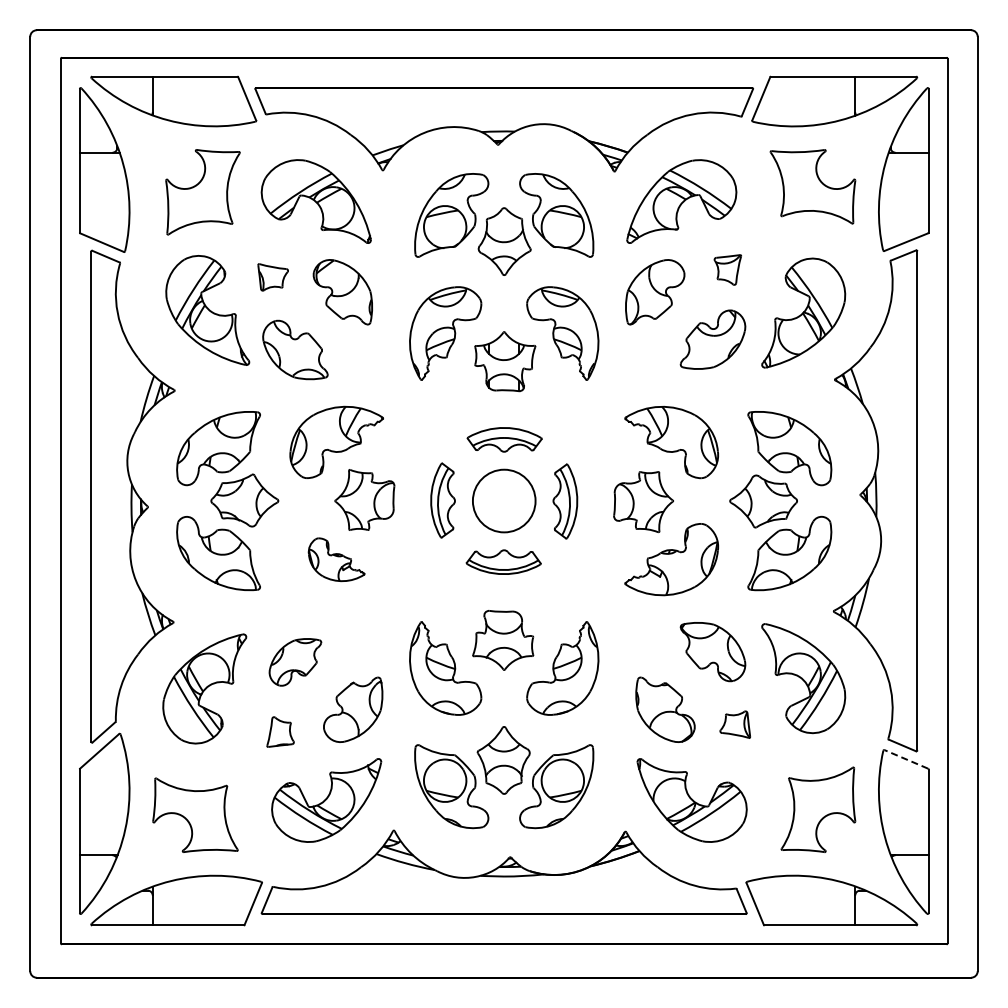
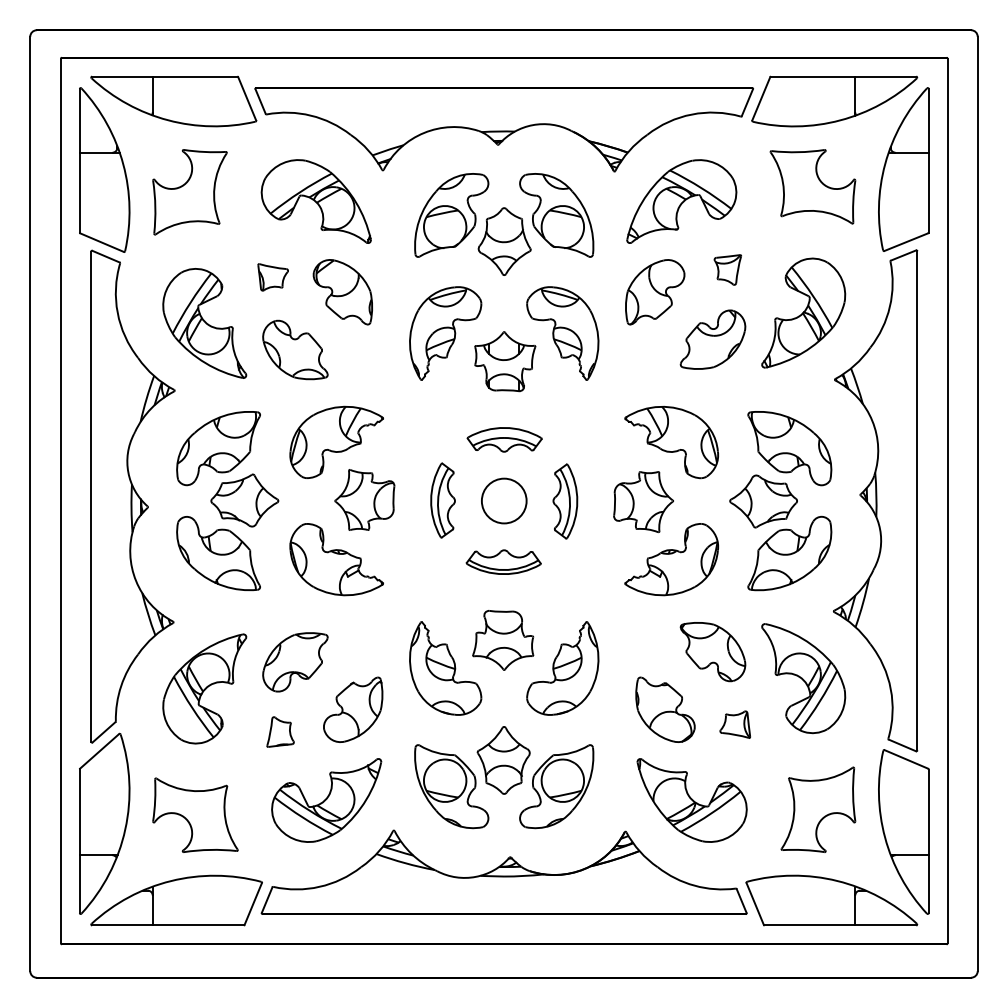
part at (202, 192) position: (202, 192) -> (189, 192)
part at (207, 310) position: (207, 310) -> (204, 323)
circle at (503, 500) diameter: 63 px -> 45 px
part at (336, 559) size: 59x46 px -> 95x74 px
part at (295, 662) size: 55x49 px -> 67x61 px
line at (906, 759): dashed -> solid
